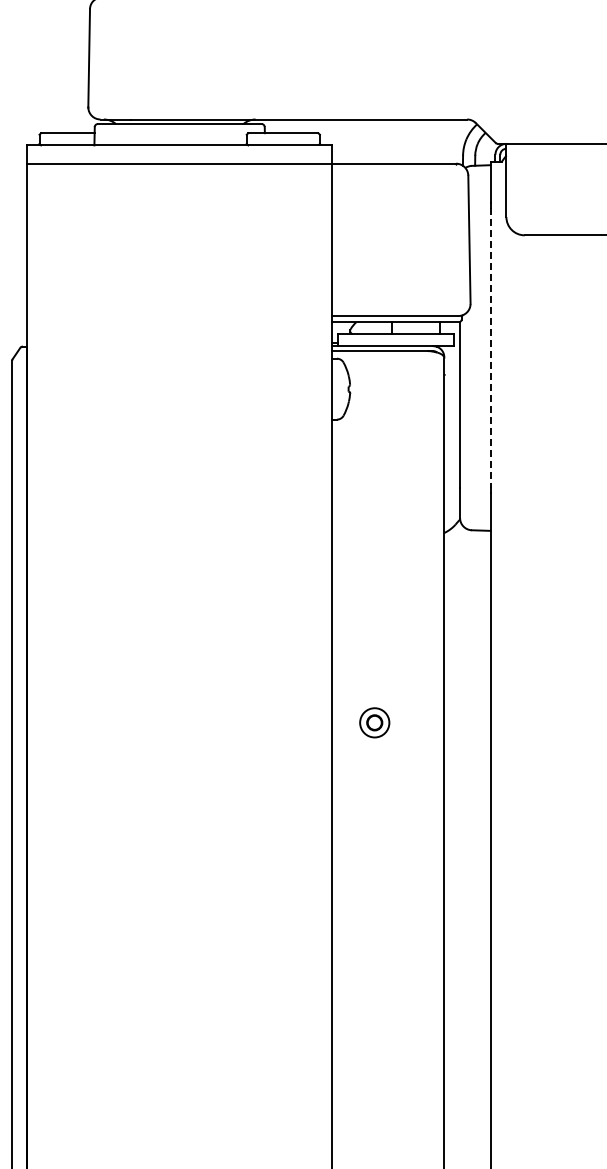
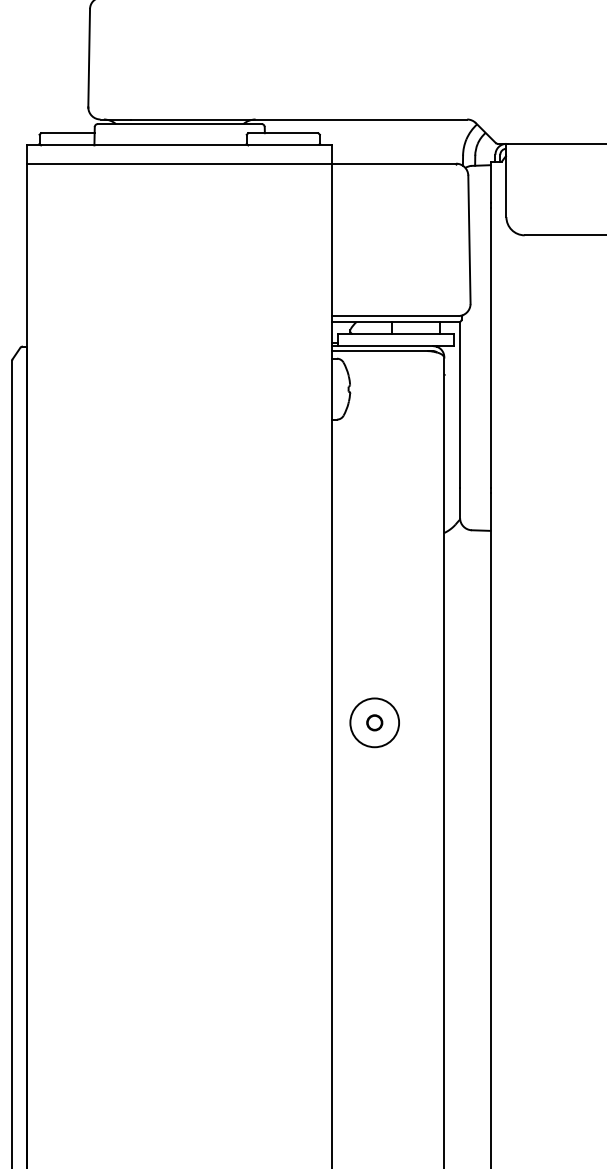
line at (490, 348): dashed -> solid
circle at (374, 722) diameter: 29 px -> 49 px
